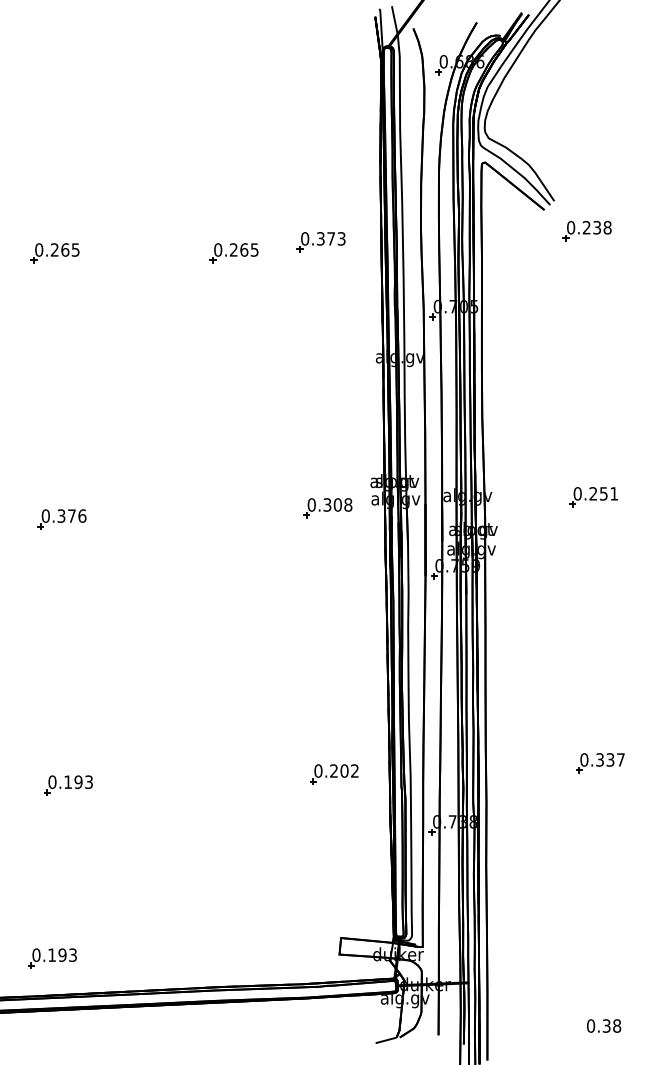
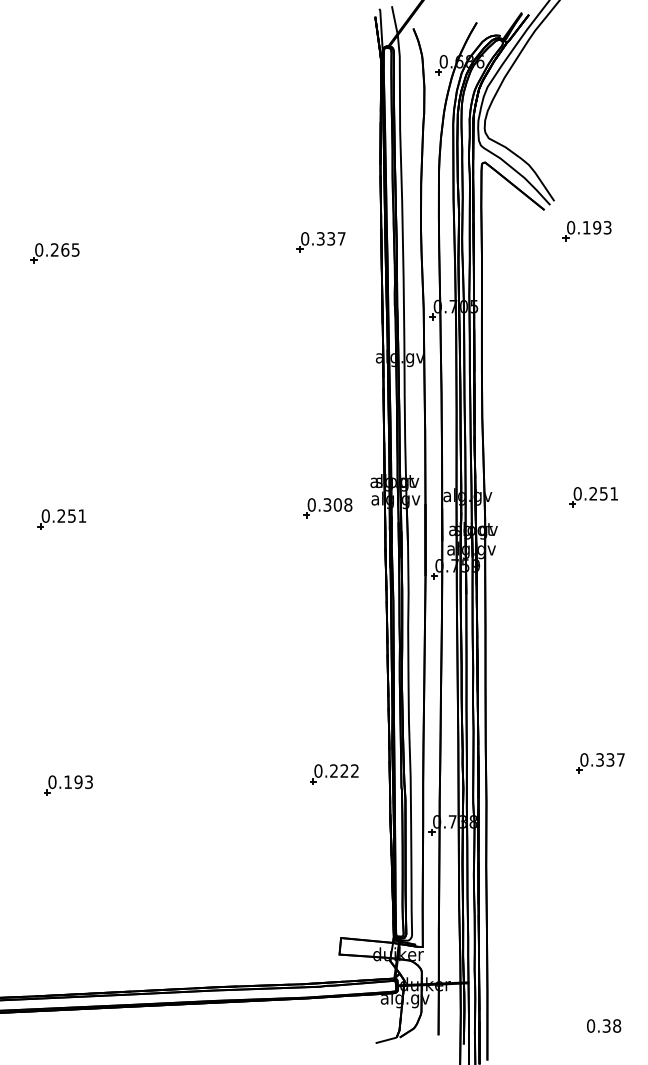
text at (596, 227): 0.238 -> 0.193
text at (336, 238): 0.373 -> 0.337
part at (233, 253): present -> none
text at (71, 515): 0.376 -> 0.251
text at (344, 770): 0.202 -> 0.222
part at (52, 958): present -> none
